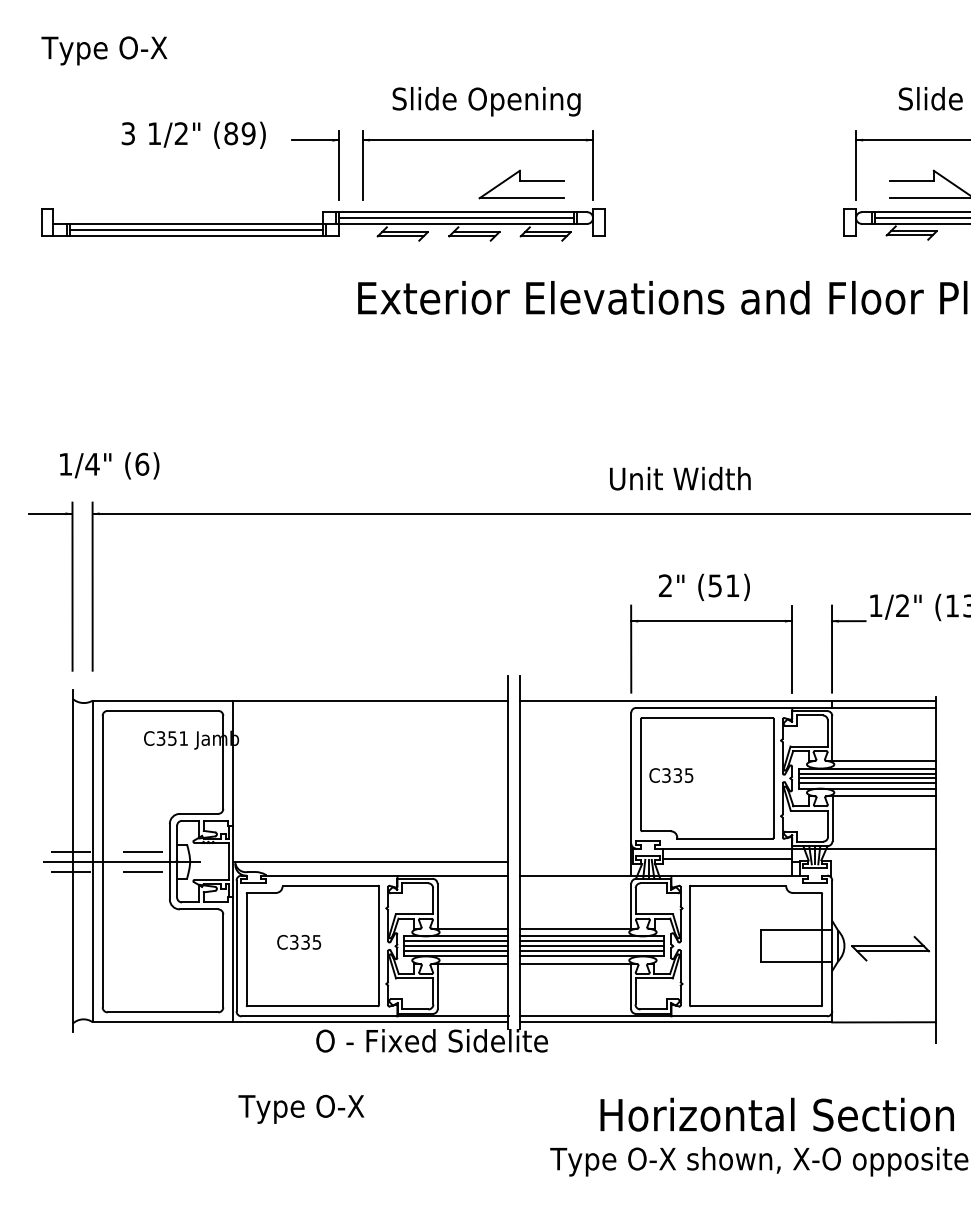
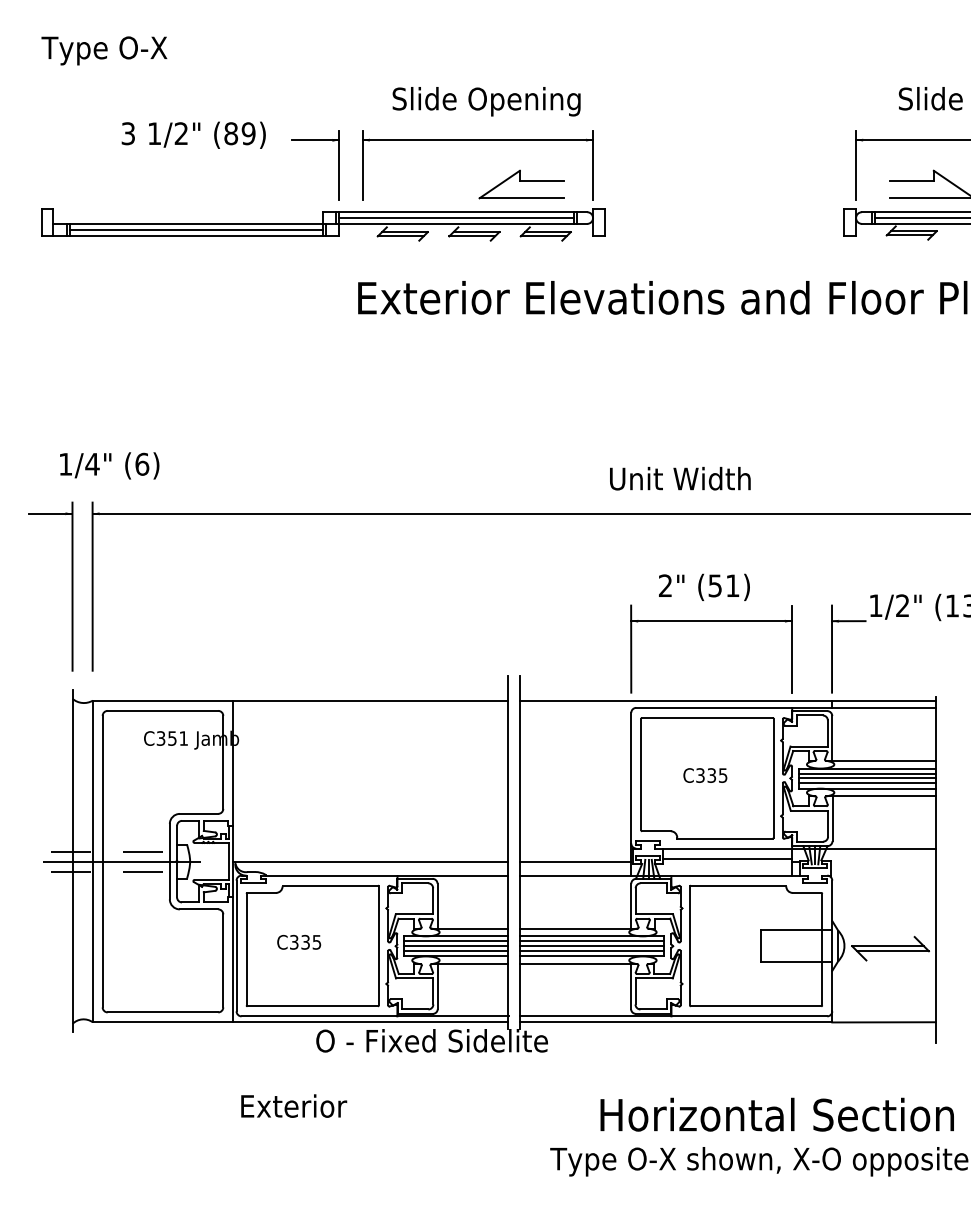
text at (671, 775) position: (671, 775) -> (705, 775)
line at (575, 861): none -> present
text at (301, 1108): Type O-X -> Exterior
